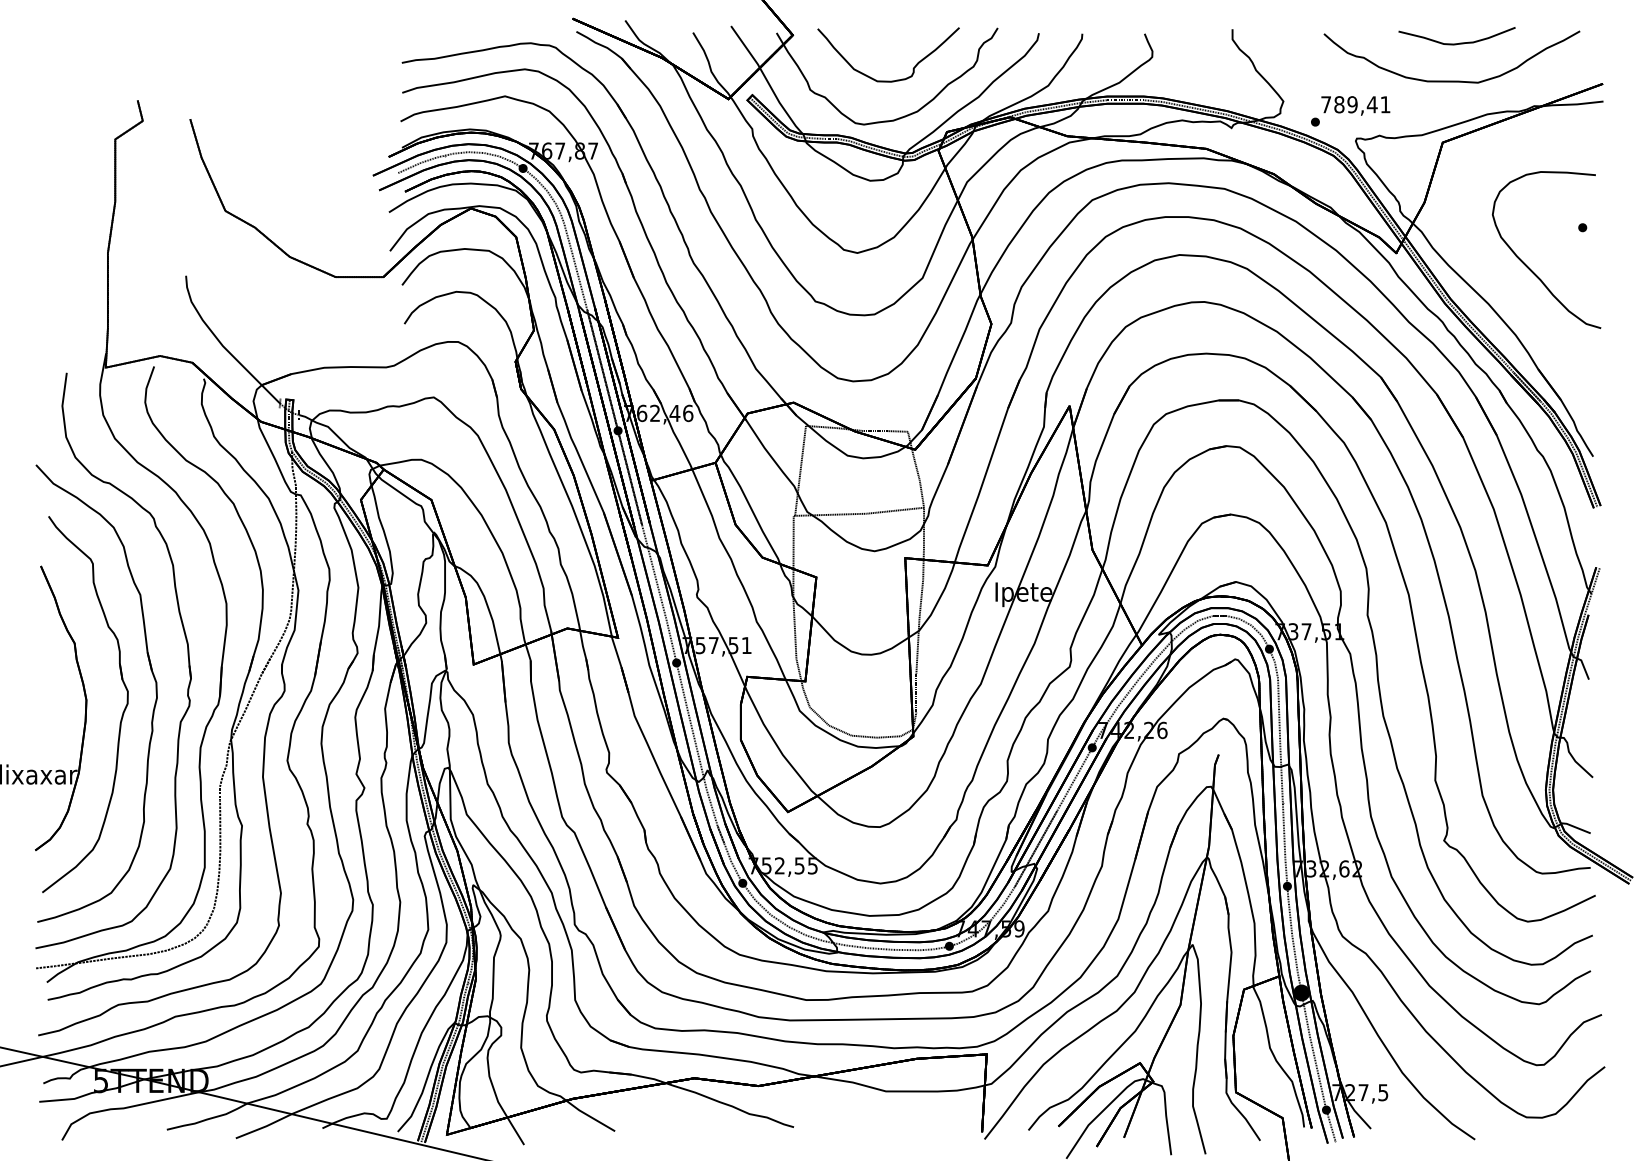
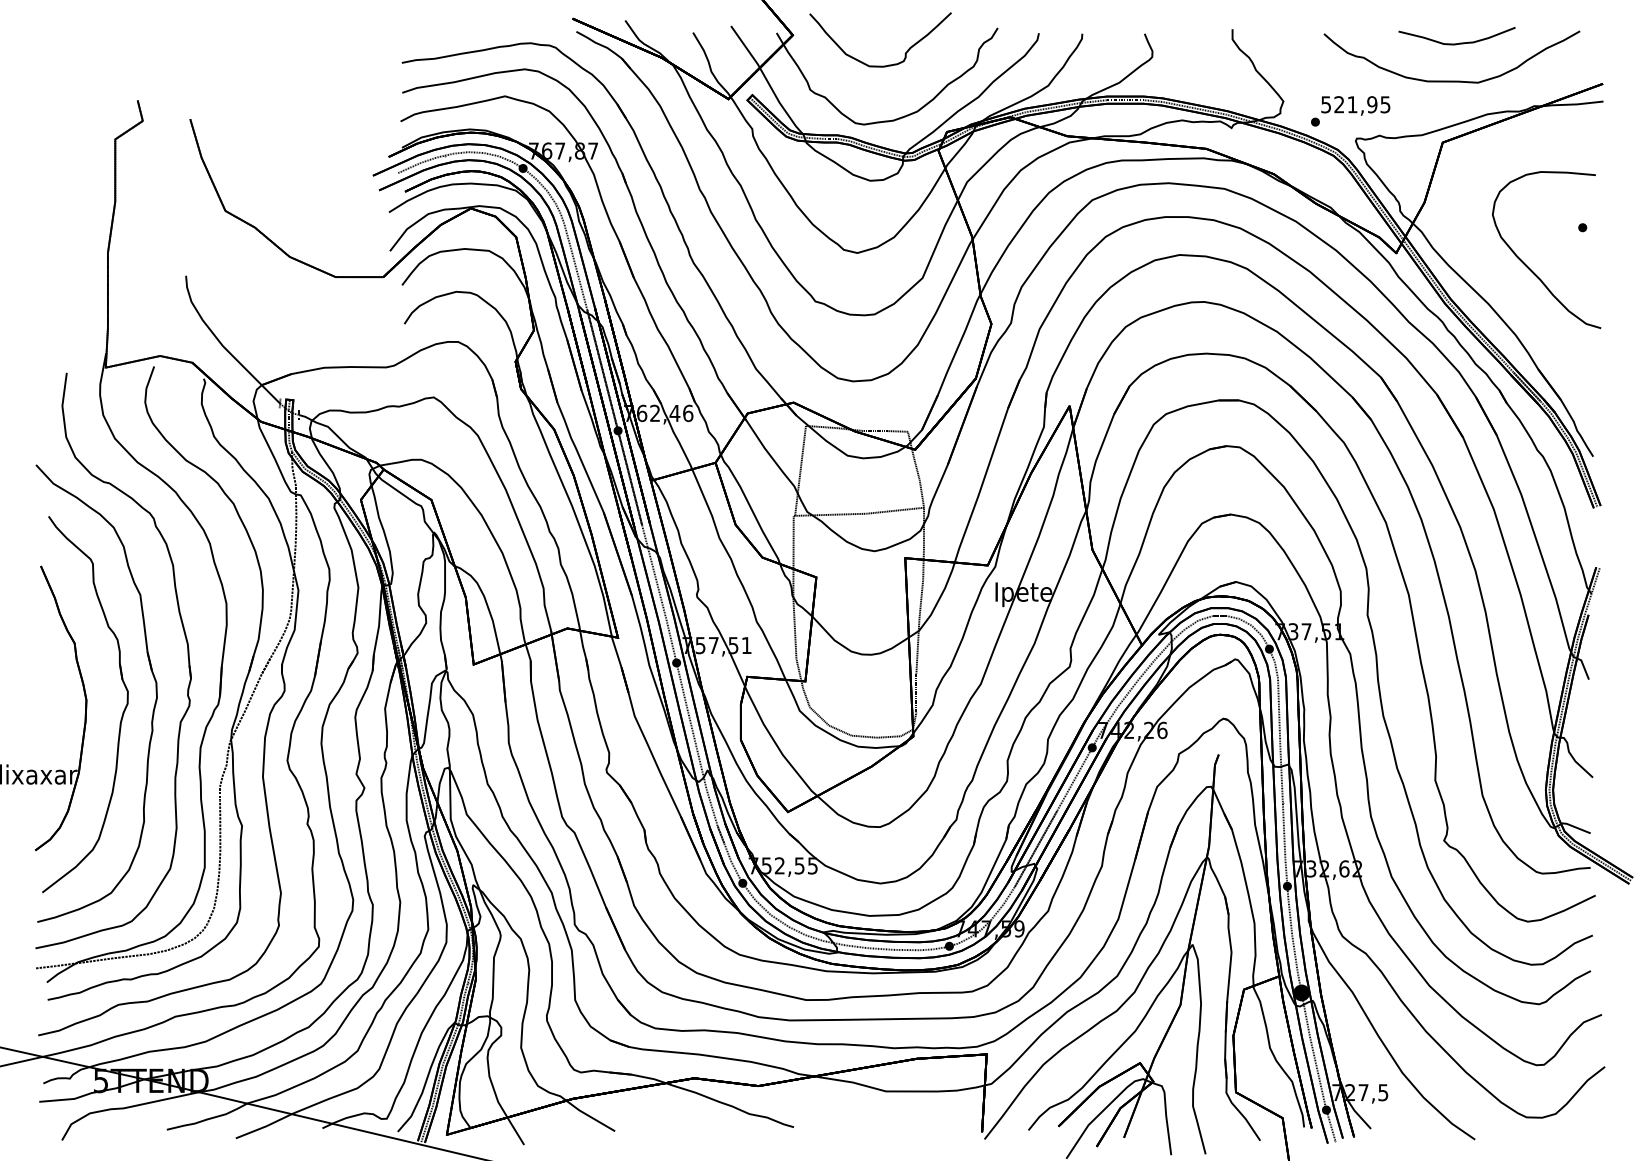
curve at (888, 80) position: (888, 80) -> (880, 65)
text at (1355, 104): 789,41 -> 521,95
